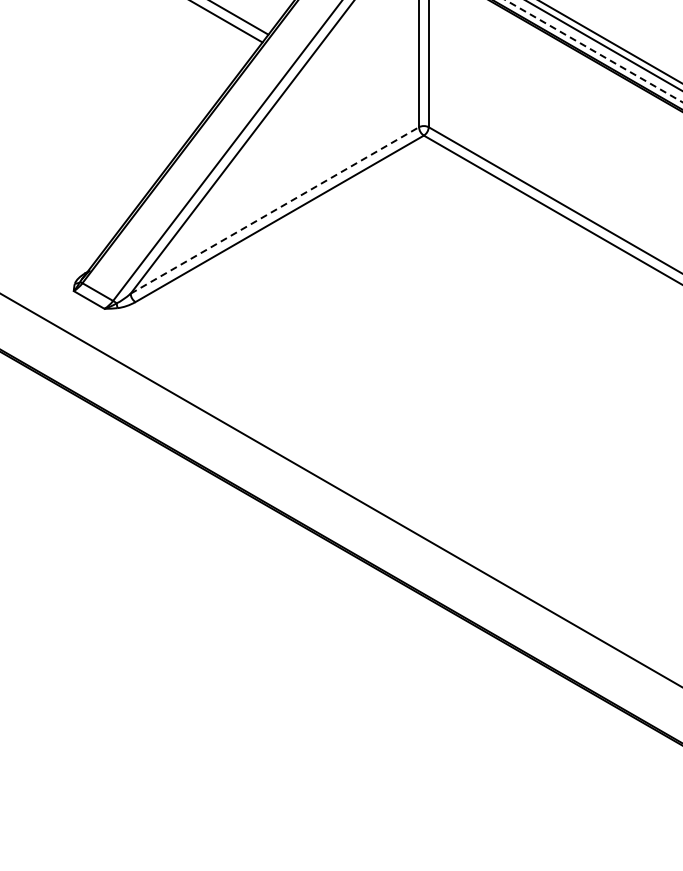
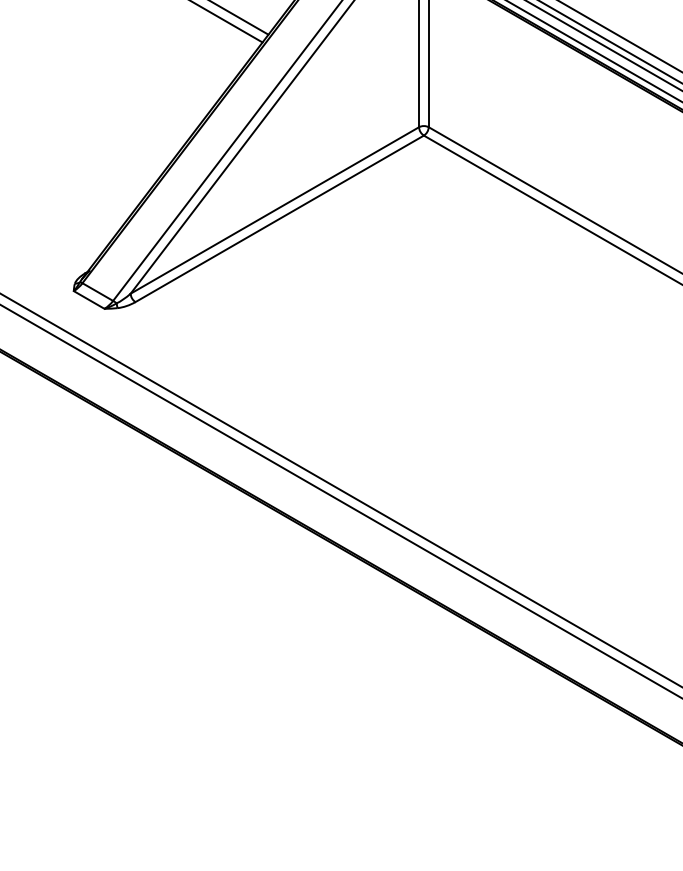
line at (619, 36): none -> present
line at (594, 51): dashed -> solid
line at (275, 210): dashed -> solid
line at (340, 500): none -> present
